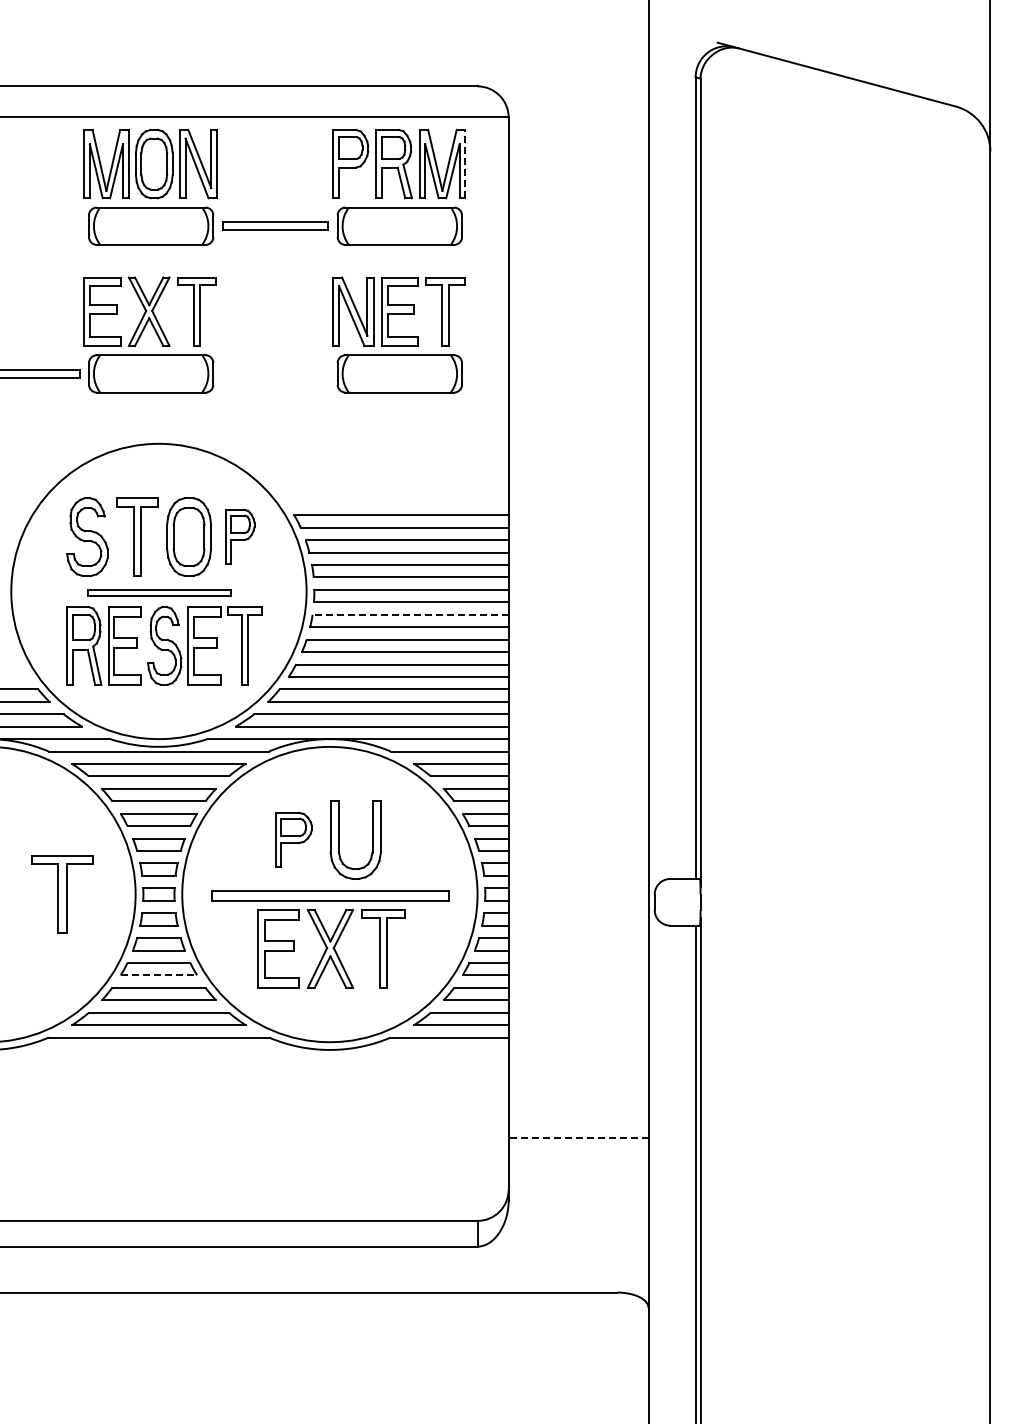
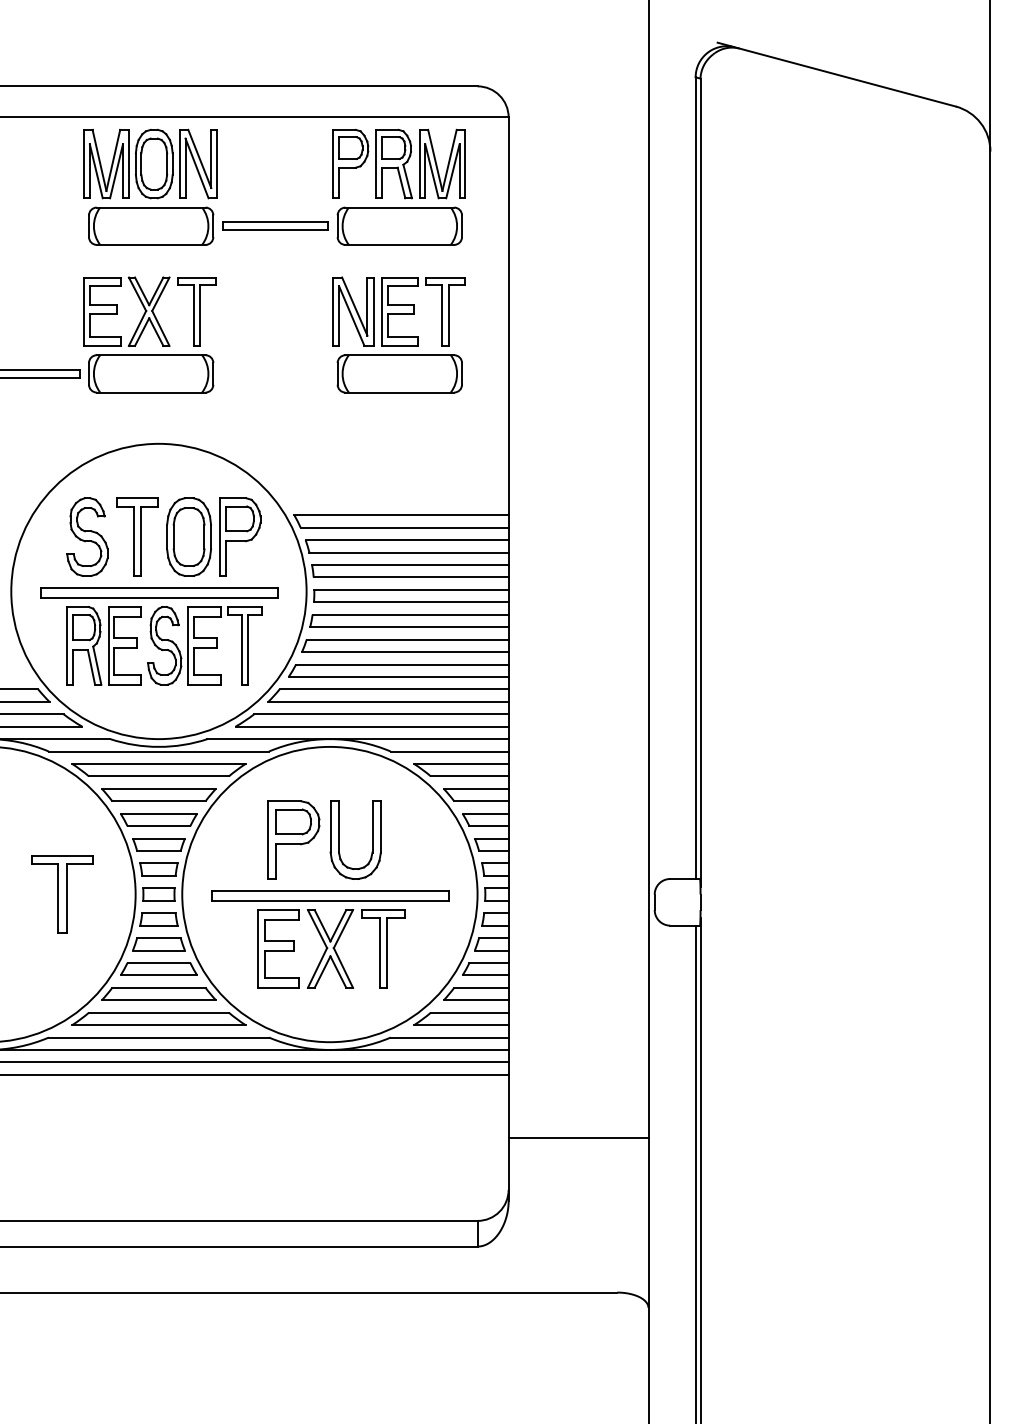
line at (465, 163): dashed -> solid
part at (240, 536) size: 31x57 px -> 43x80 px
part at (159, 592) size: 145x8 px -> 239x12 px
line at (410, 614): dashed -> solid
part at (293, 839) size: 38x56 px -> 54x80 px
line at (159, 975): dashed -> solid
line at (255, 1049): none -> present
line at (255, 1062): none -> present
line at (255, 1074): none -> present
line at (578, 1138): dashed -> solid
